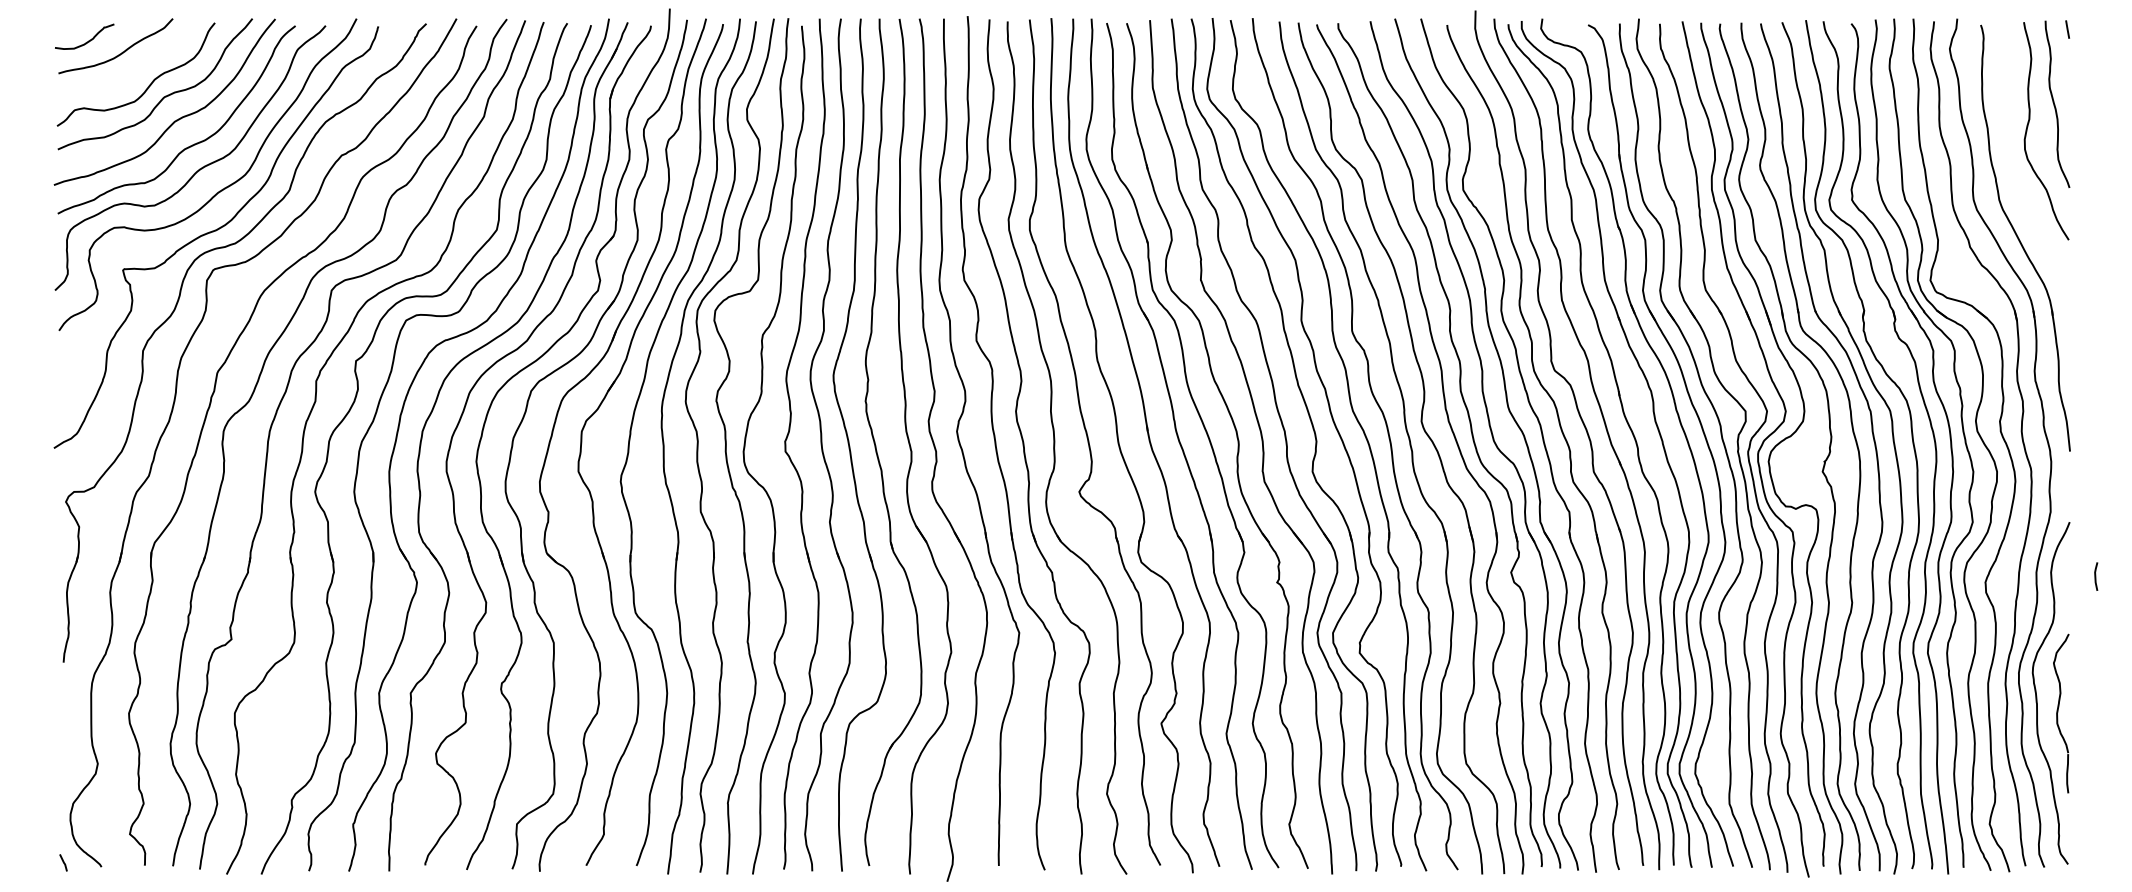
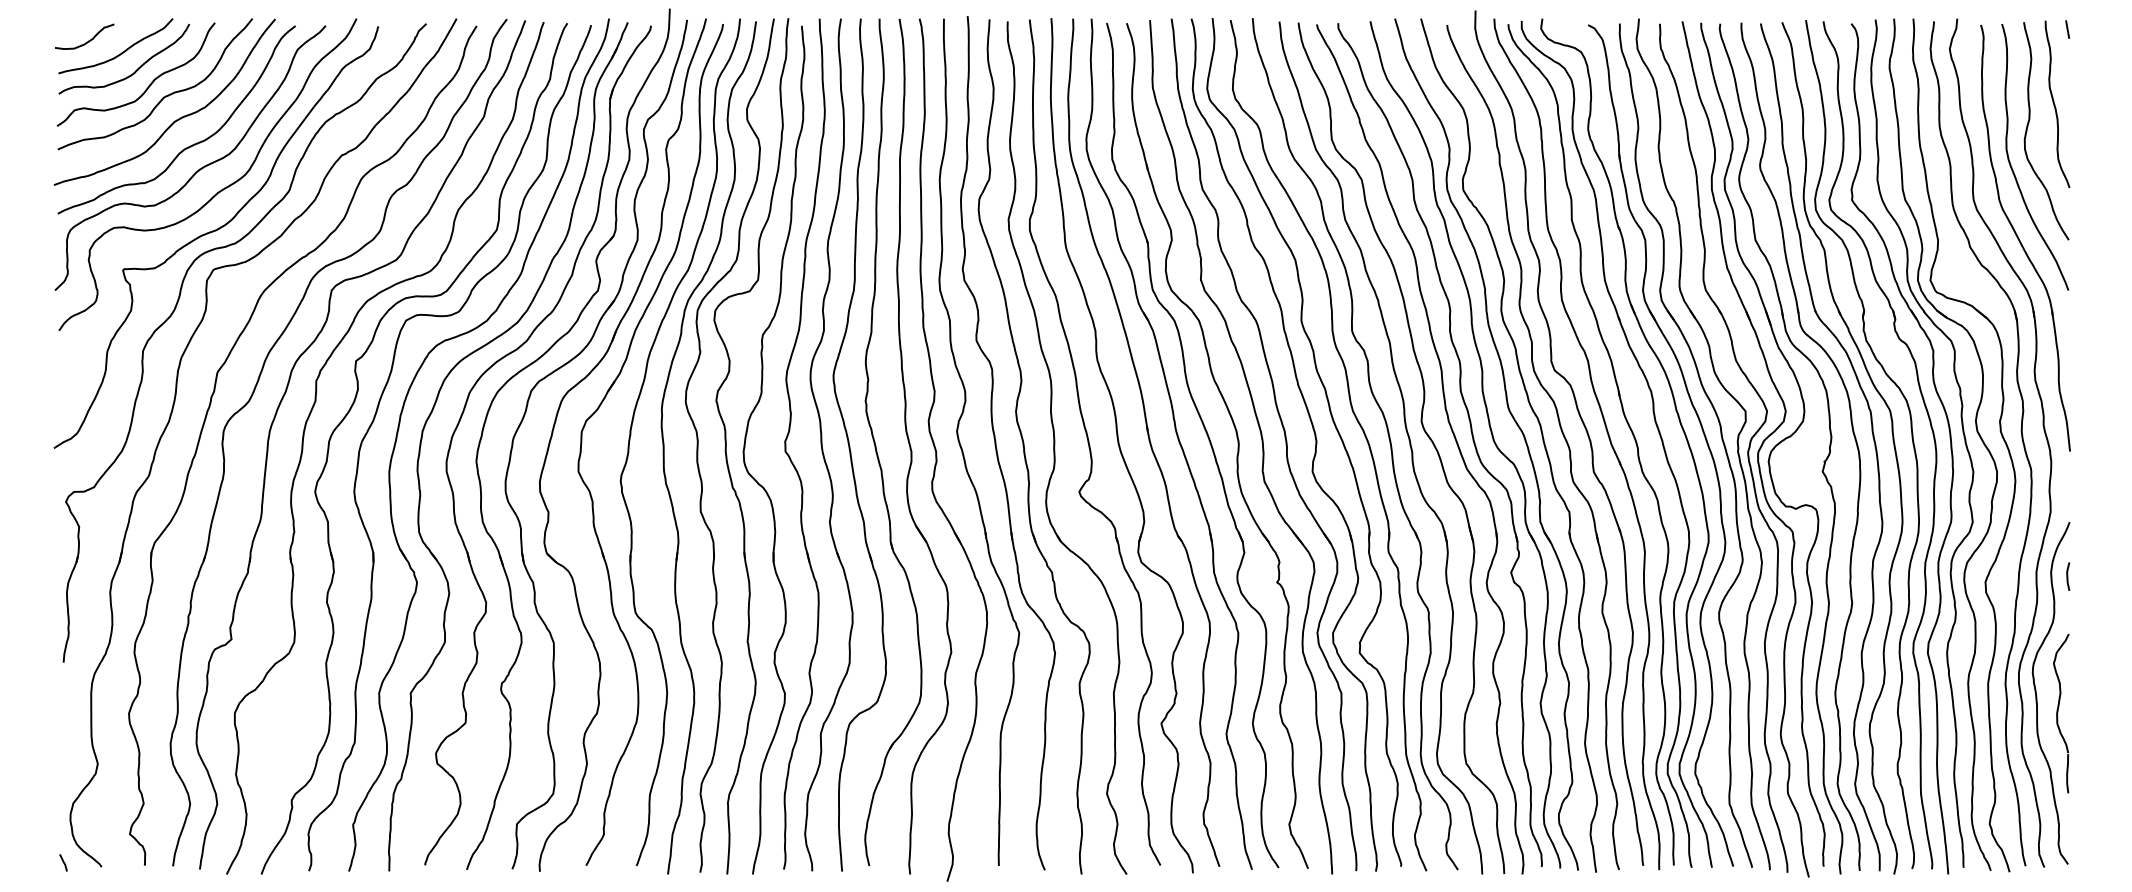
curve at (136, 69): none -> present
curve at (2011, 164): none -> present
line at (2096, 576) position: (2096, 576) -> (2068, 576)
